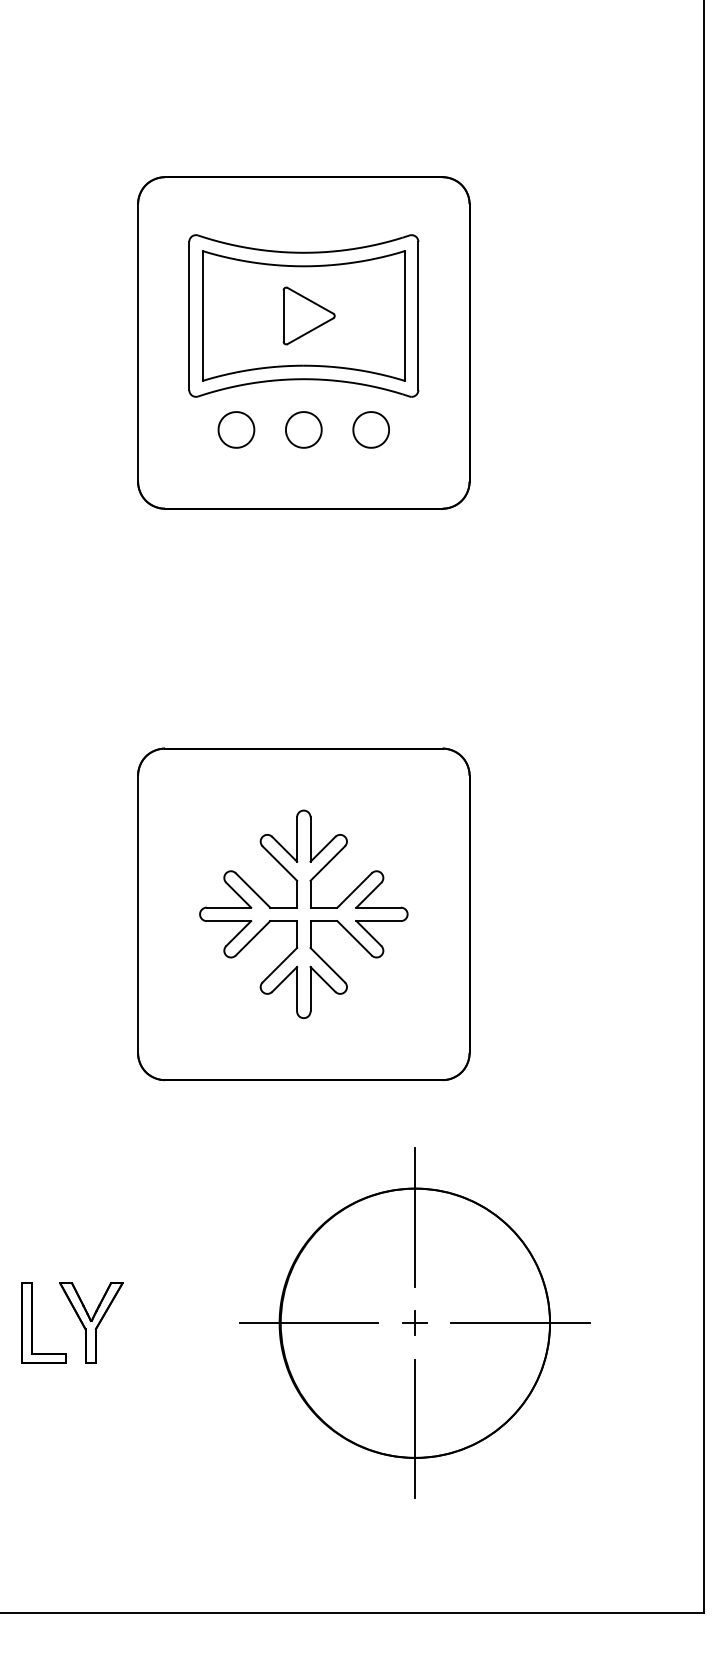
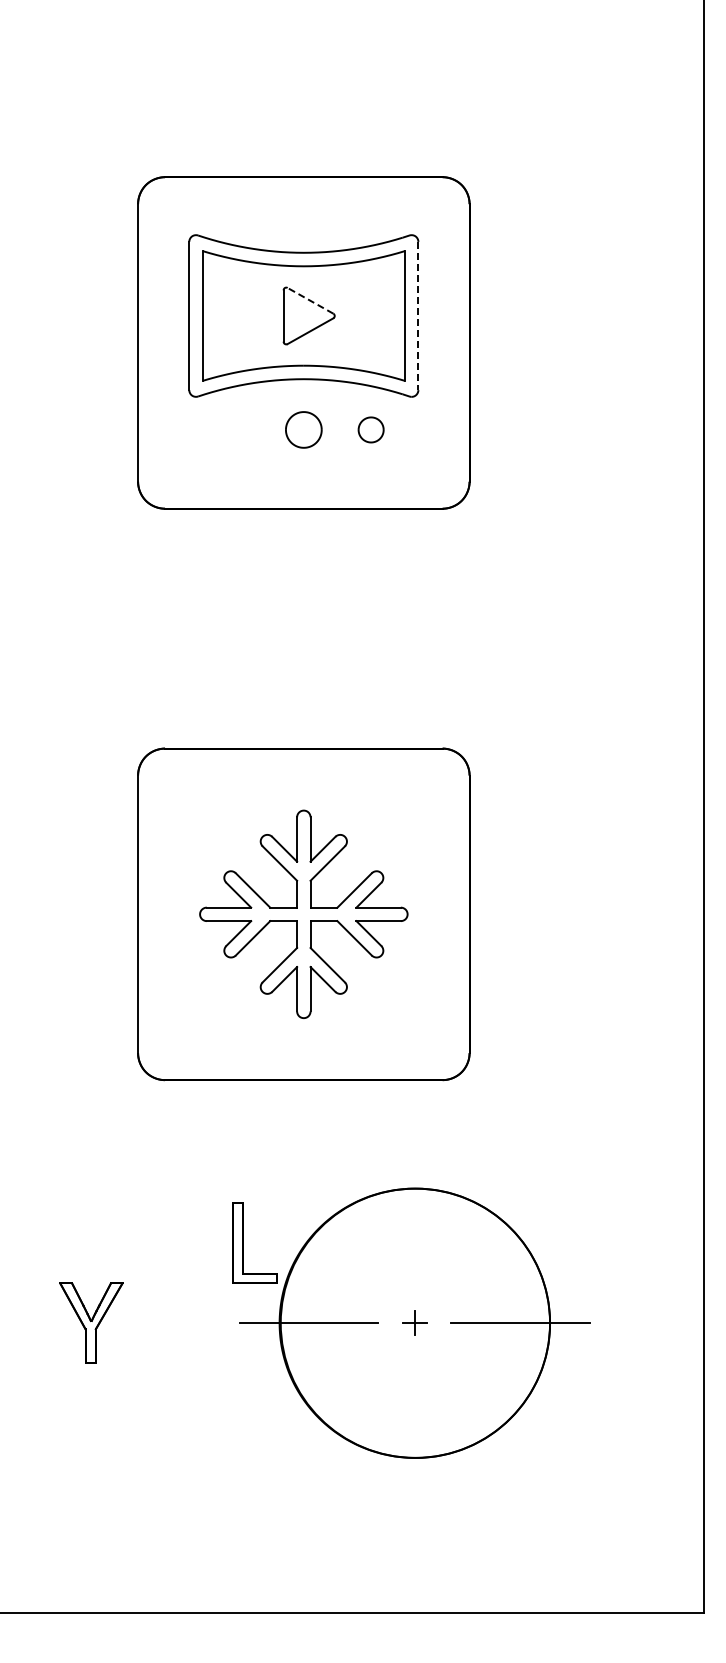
line at (310, 300): solid -> dashed
line at (418, 316): solid -> dashed
part at (236, 429): present -> none
part at (370, 429) size: 38x38 px -> 28x28 px
line at (415, 1216): present -> none
part at (32, 1322) position: (32, 1322) -> (243, 1242)
line at (415, 1428): present -> none
